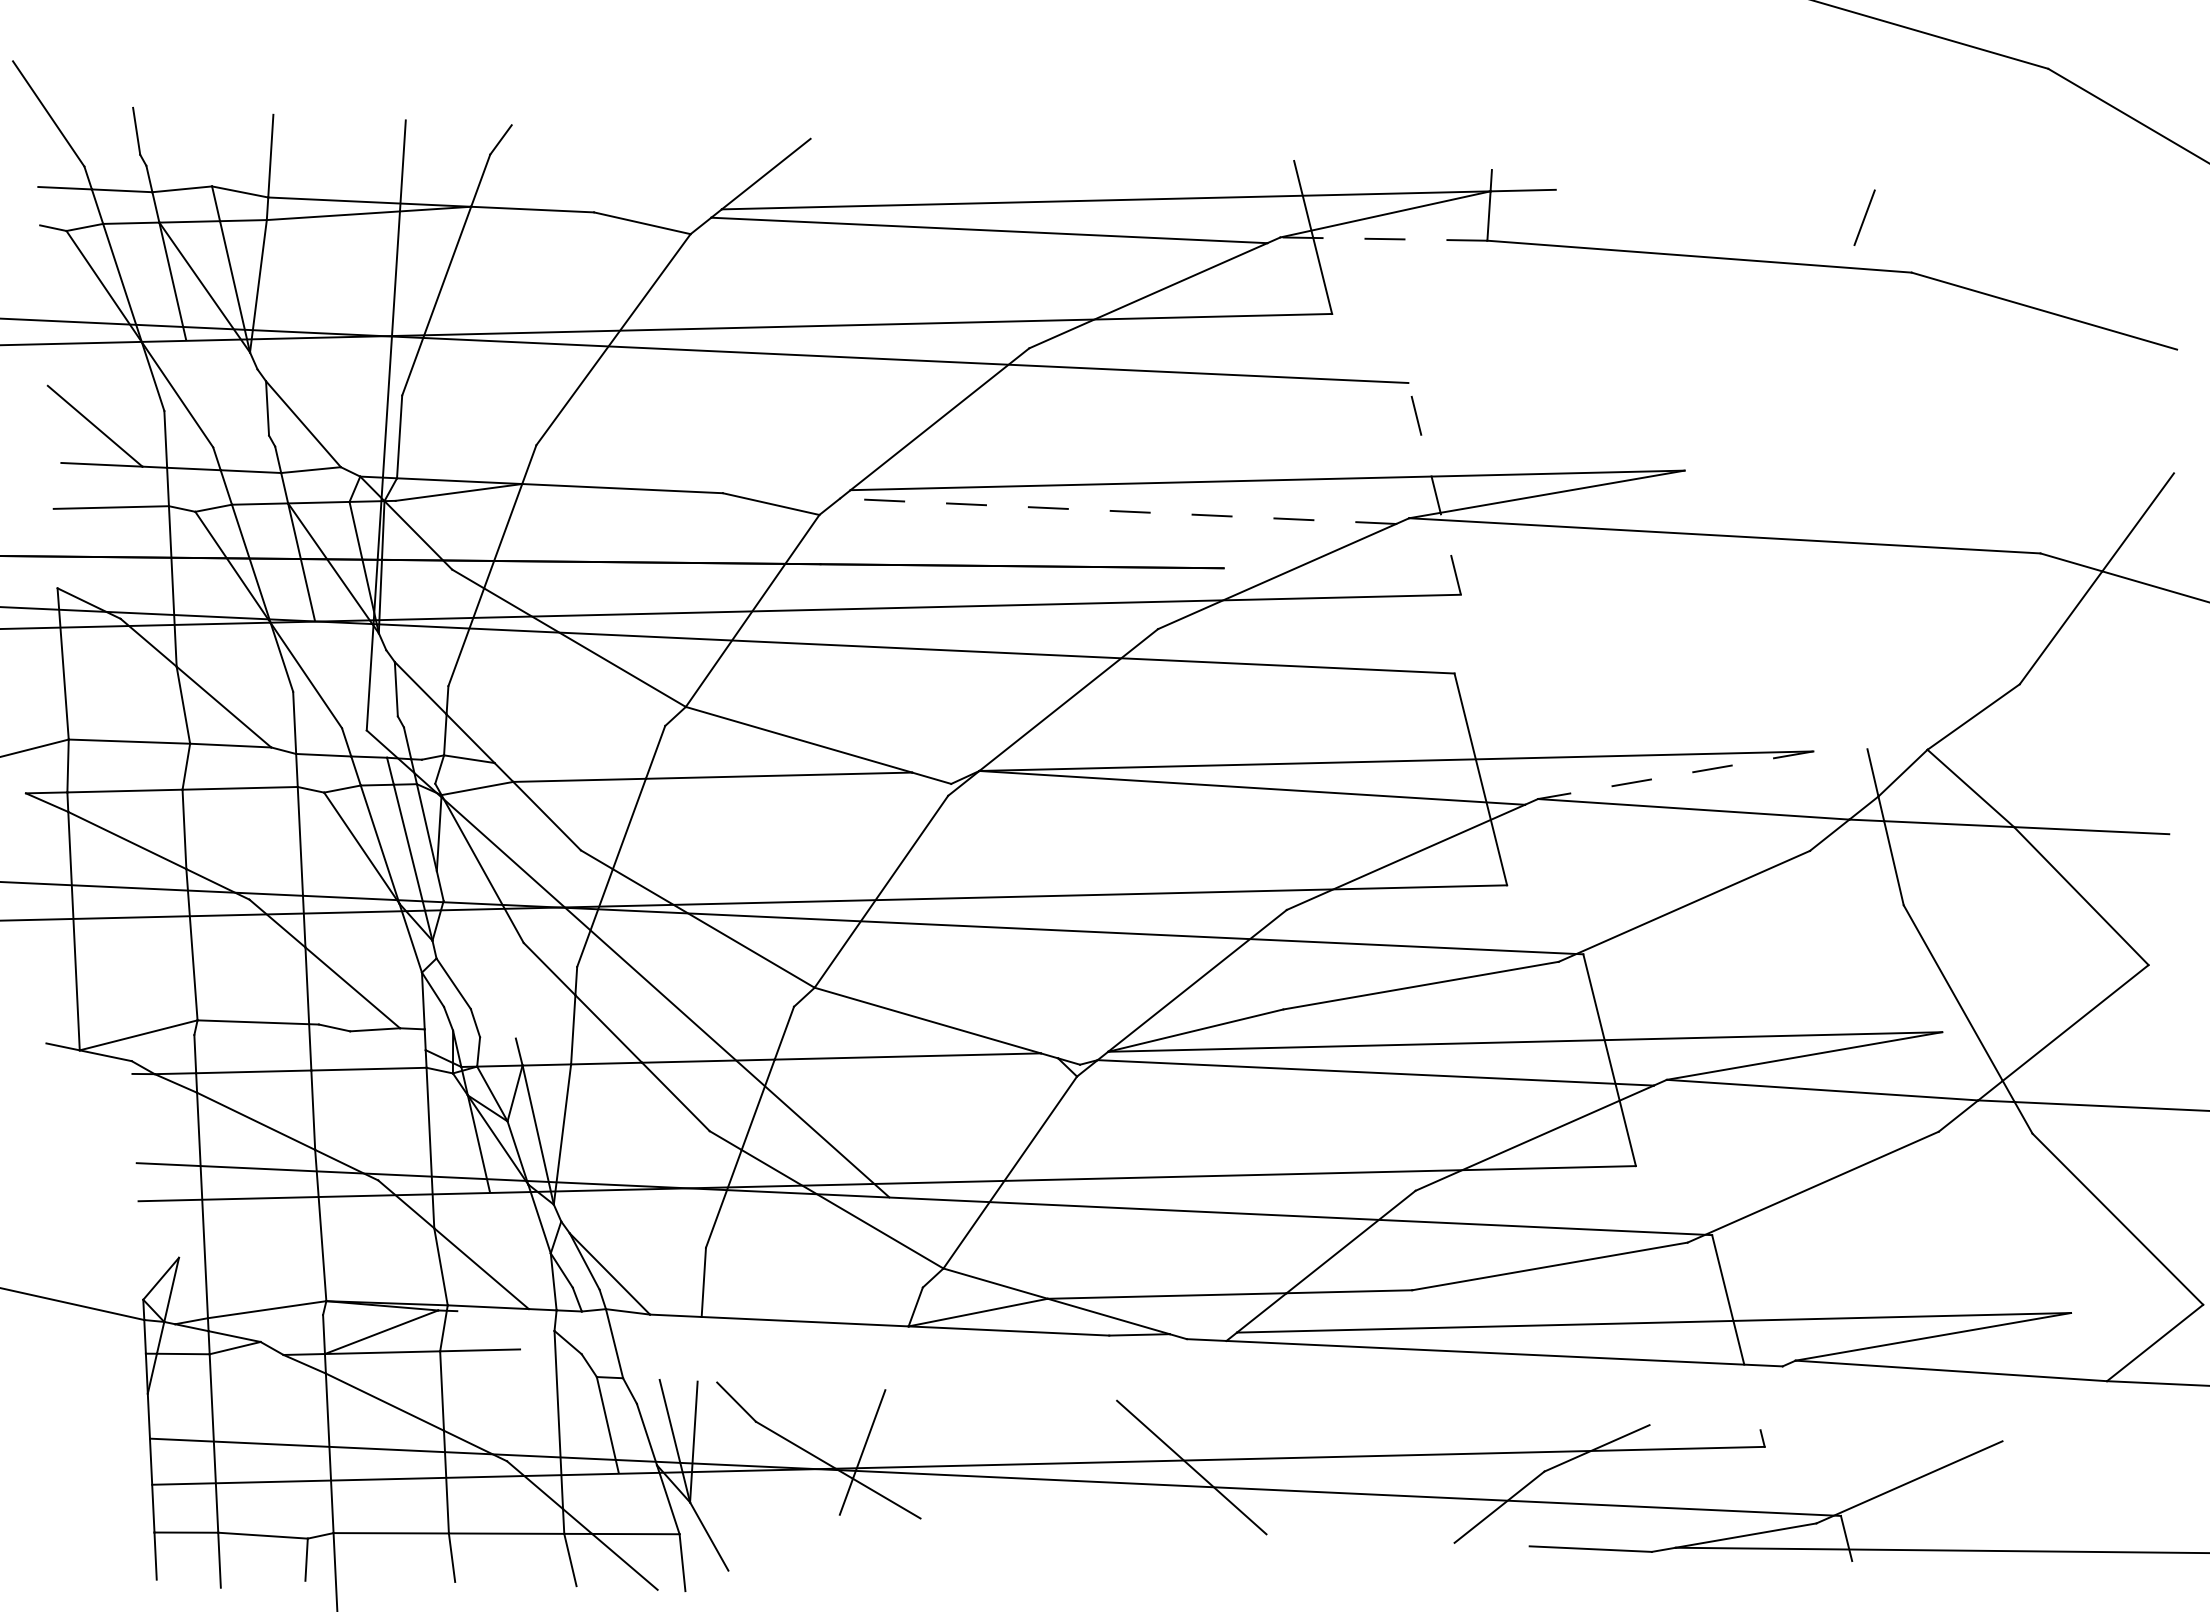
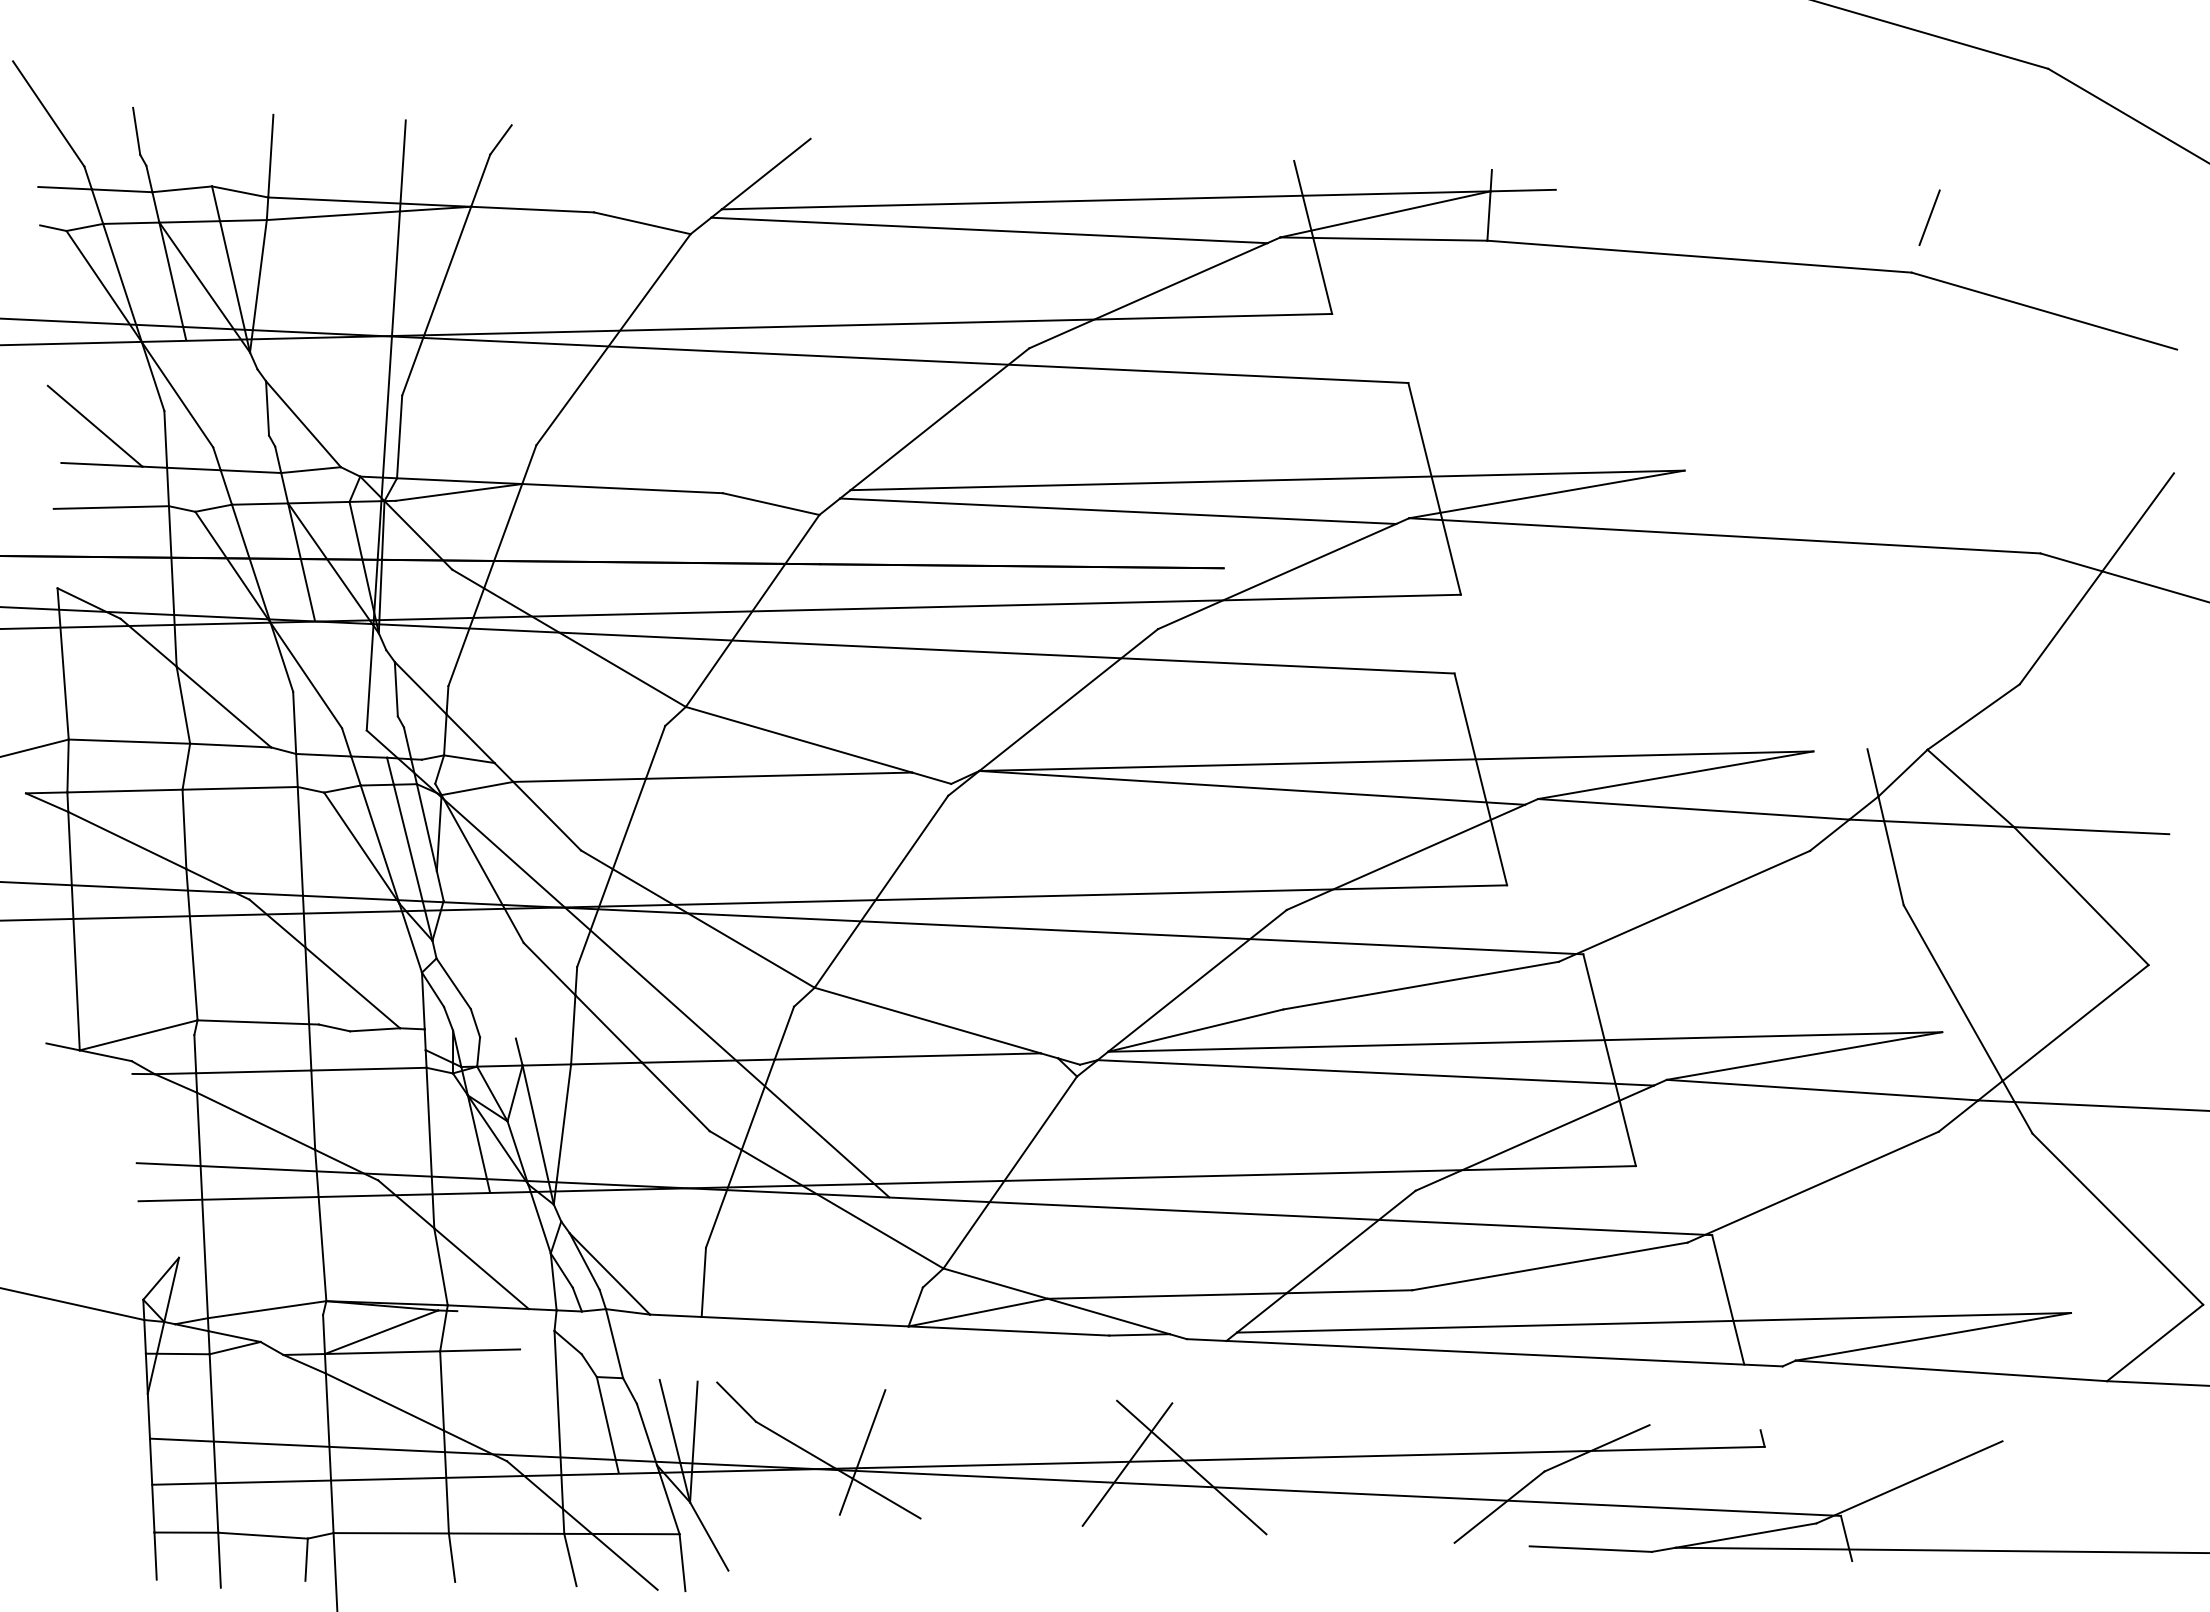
line at (1864, 217) position: (1864, 217) -> (1929, 217)
line at (1383, 239): dashed -> solid
line at (1434, 488): dashed -> solid
line at (1117, 511): dashed -> solid
line at (1675, 775): dashed -> solid
line at (1127, 1464): none -> present
